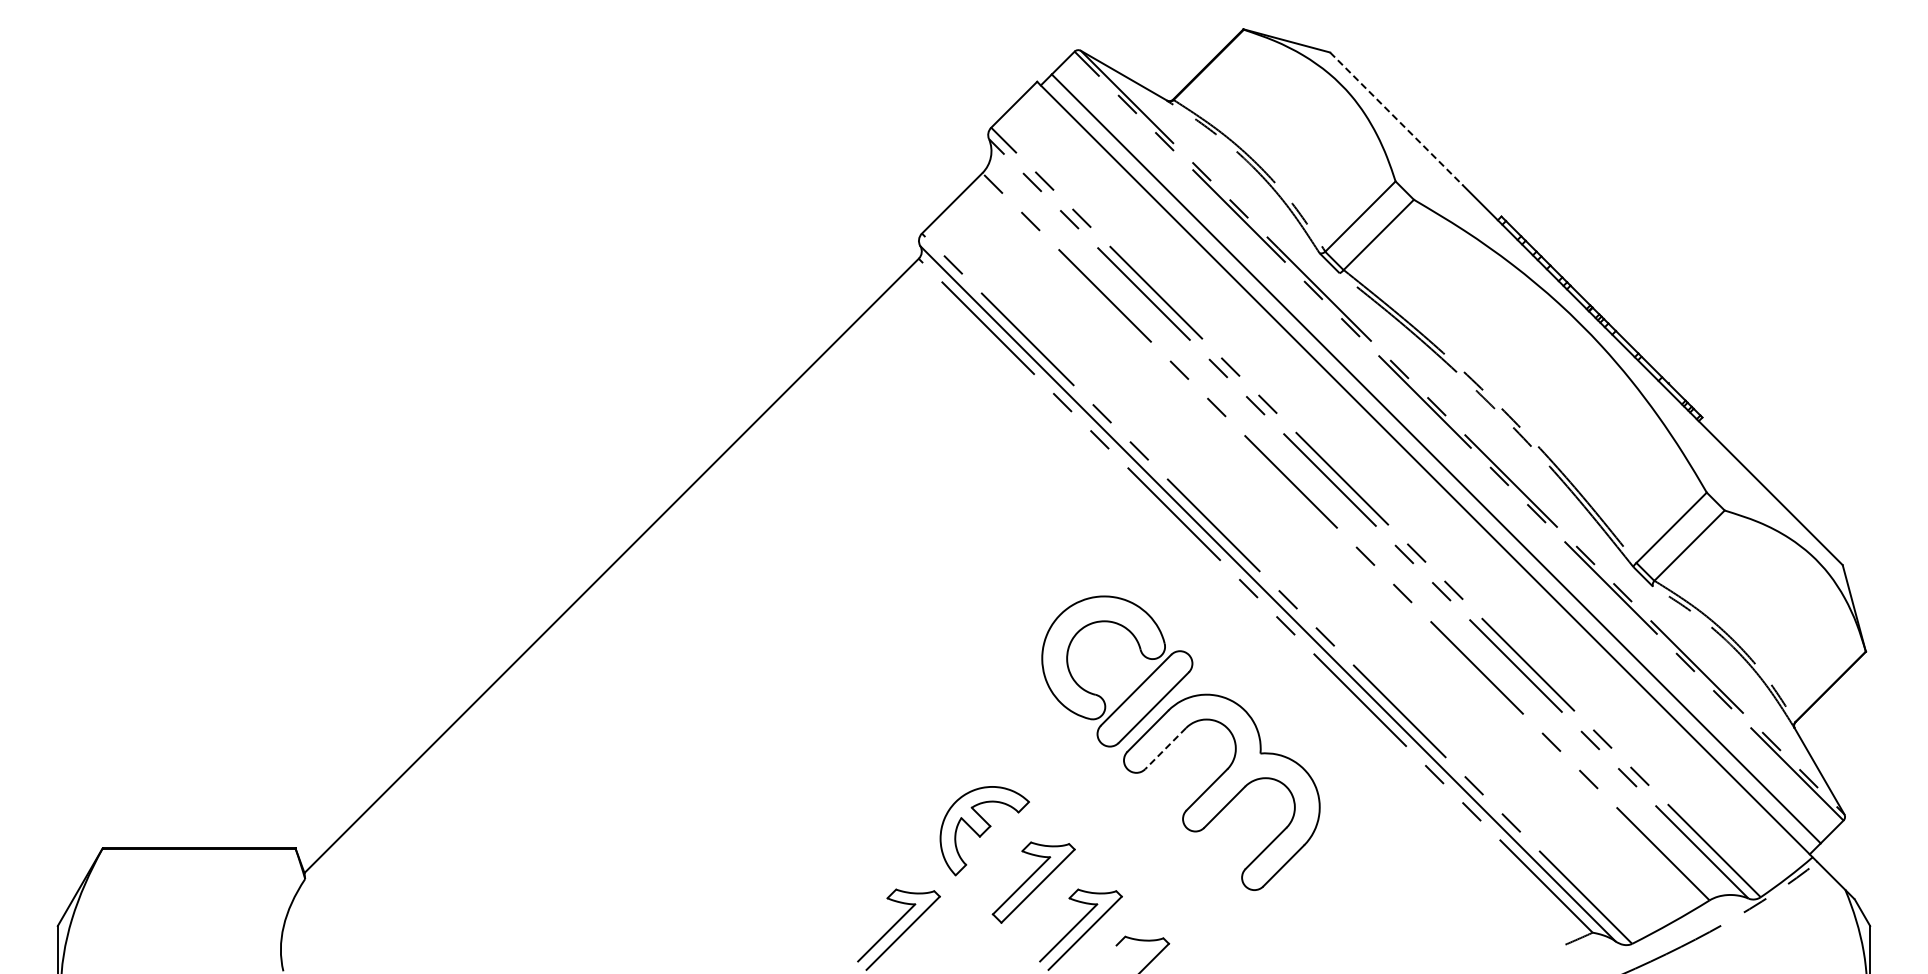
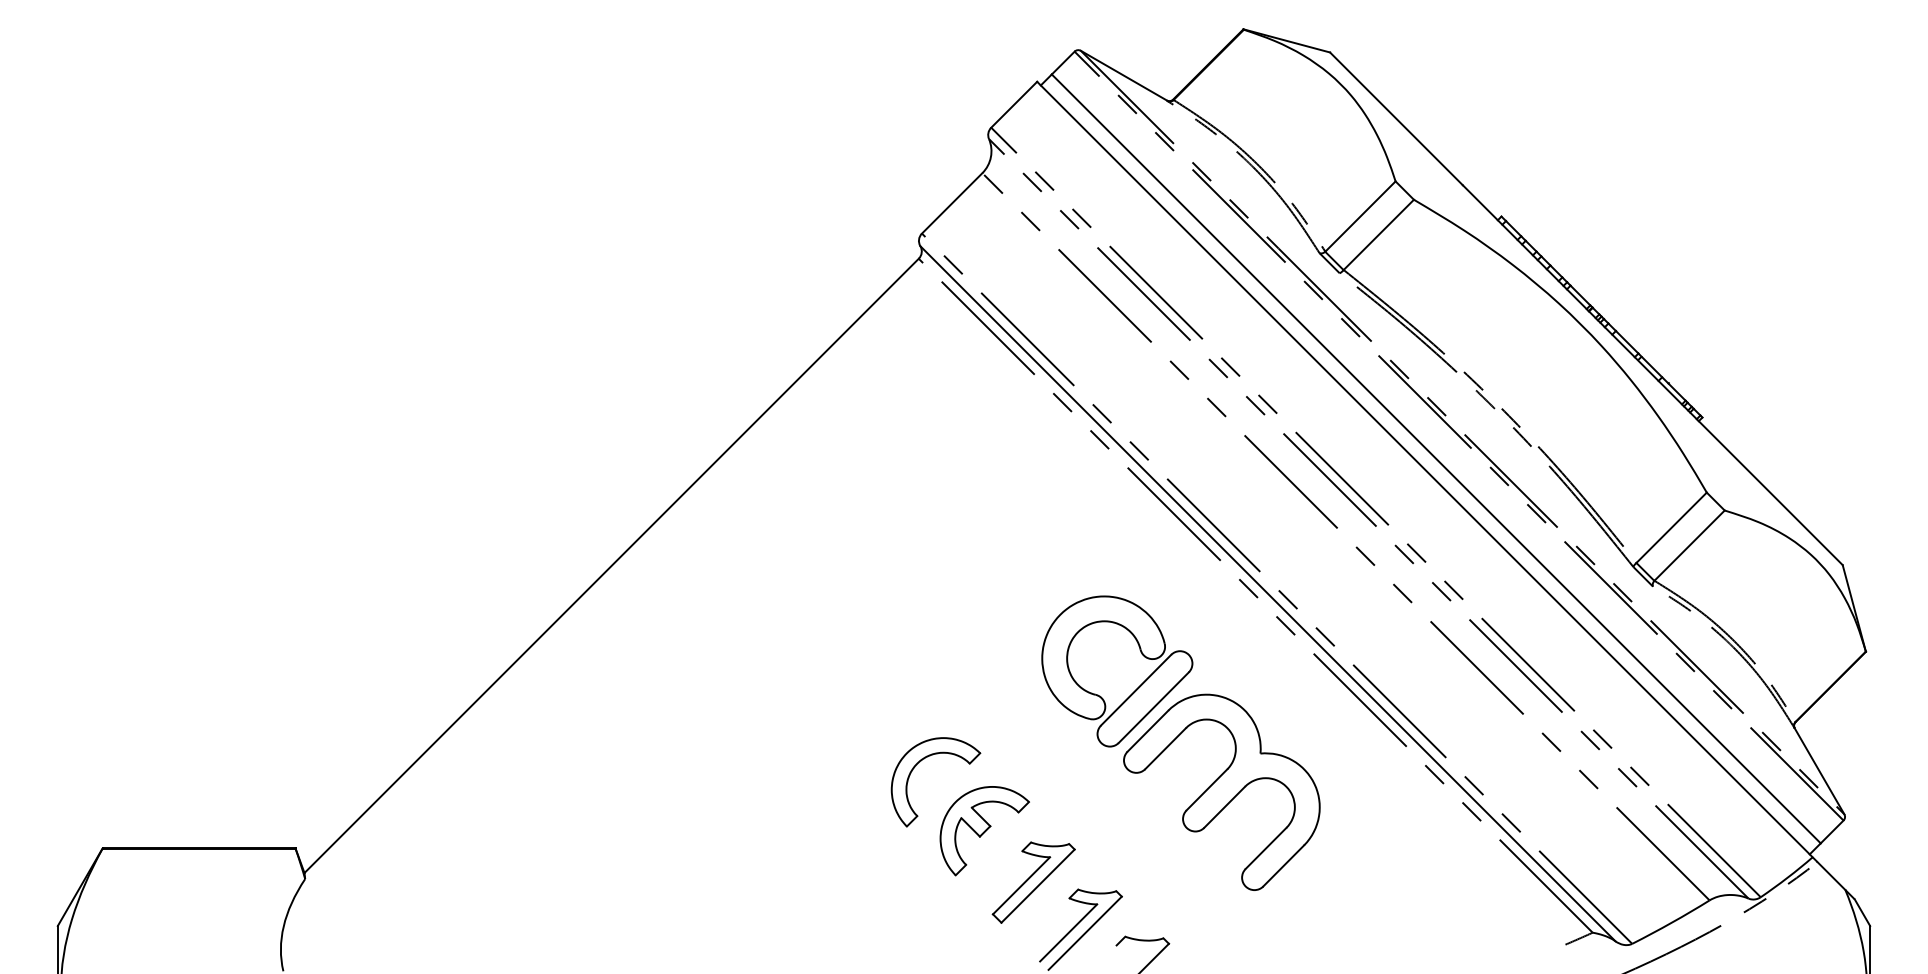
line at (1396, 118): dashed -> solid
line at (1165, 748): dashed -> solid
part at (915, 767): none -> present
part at (898, 929): present -> none
